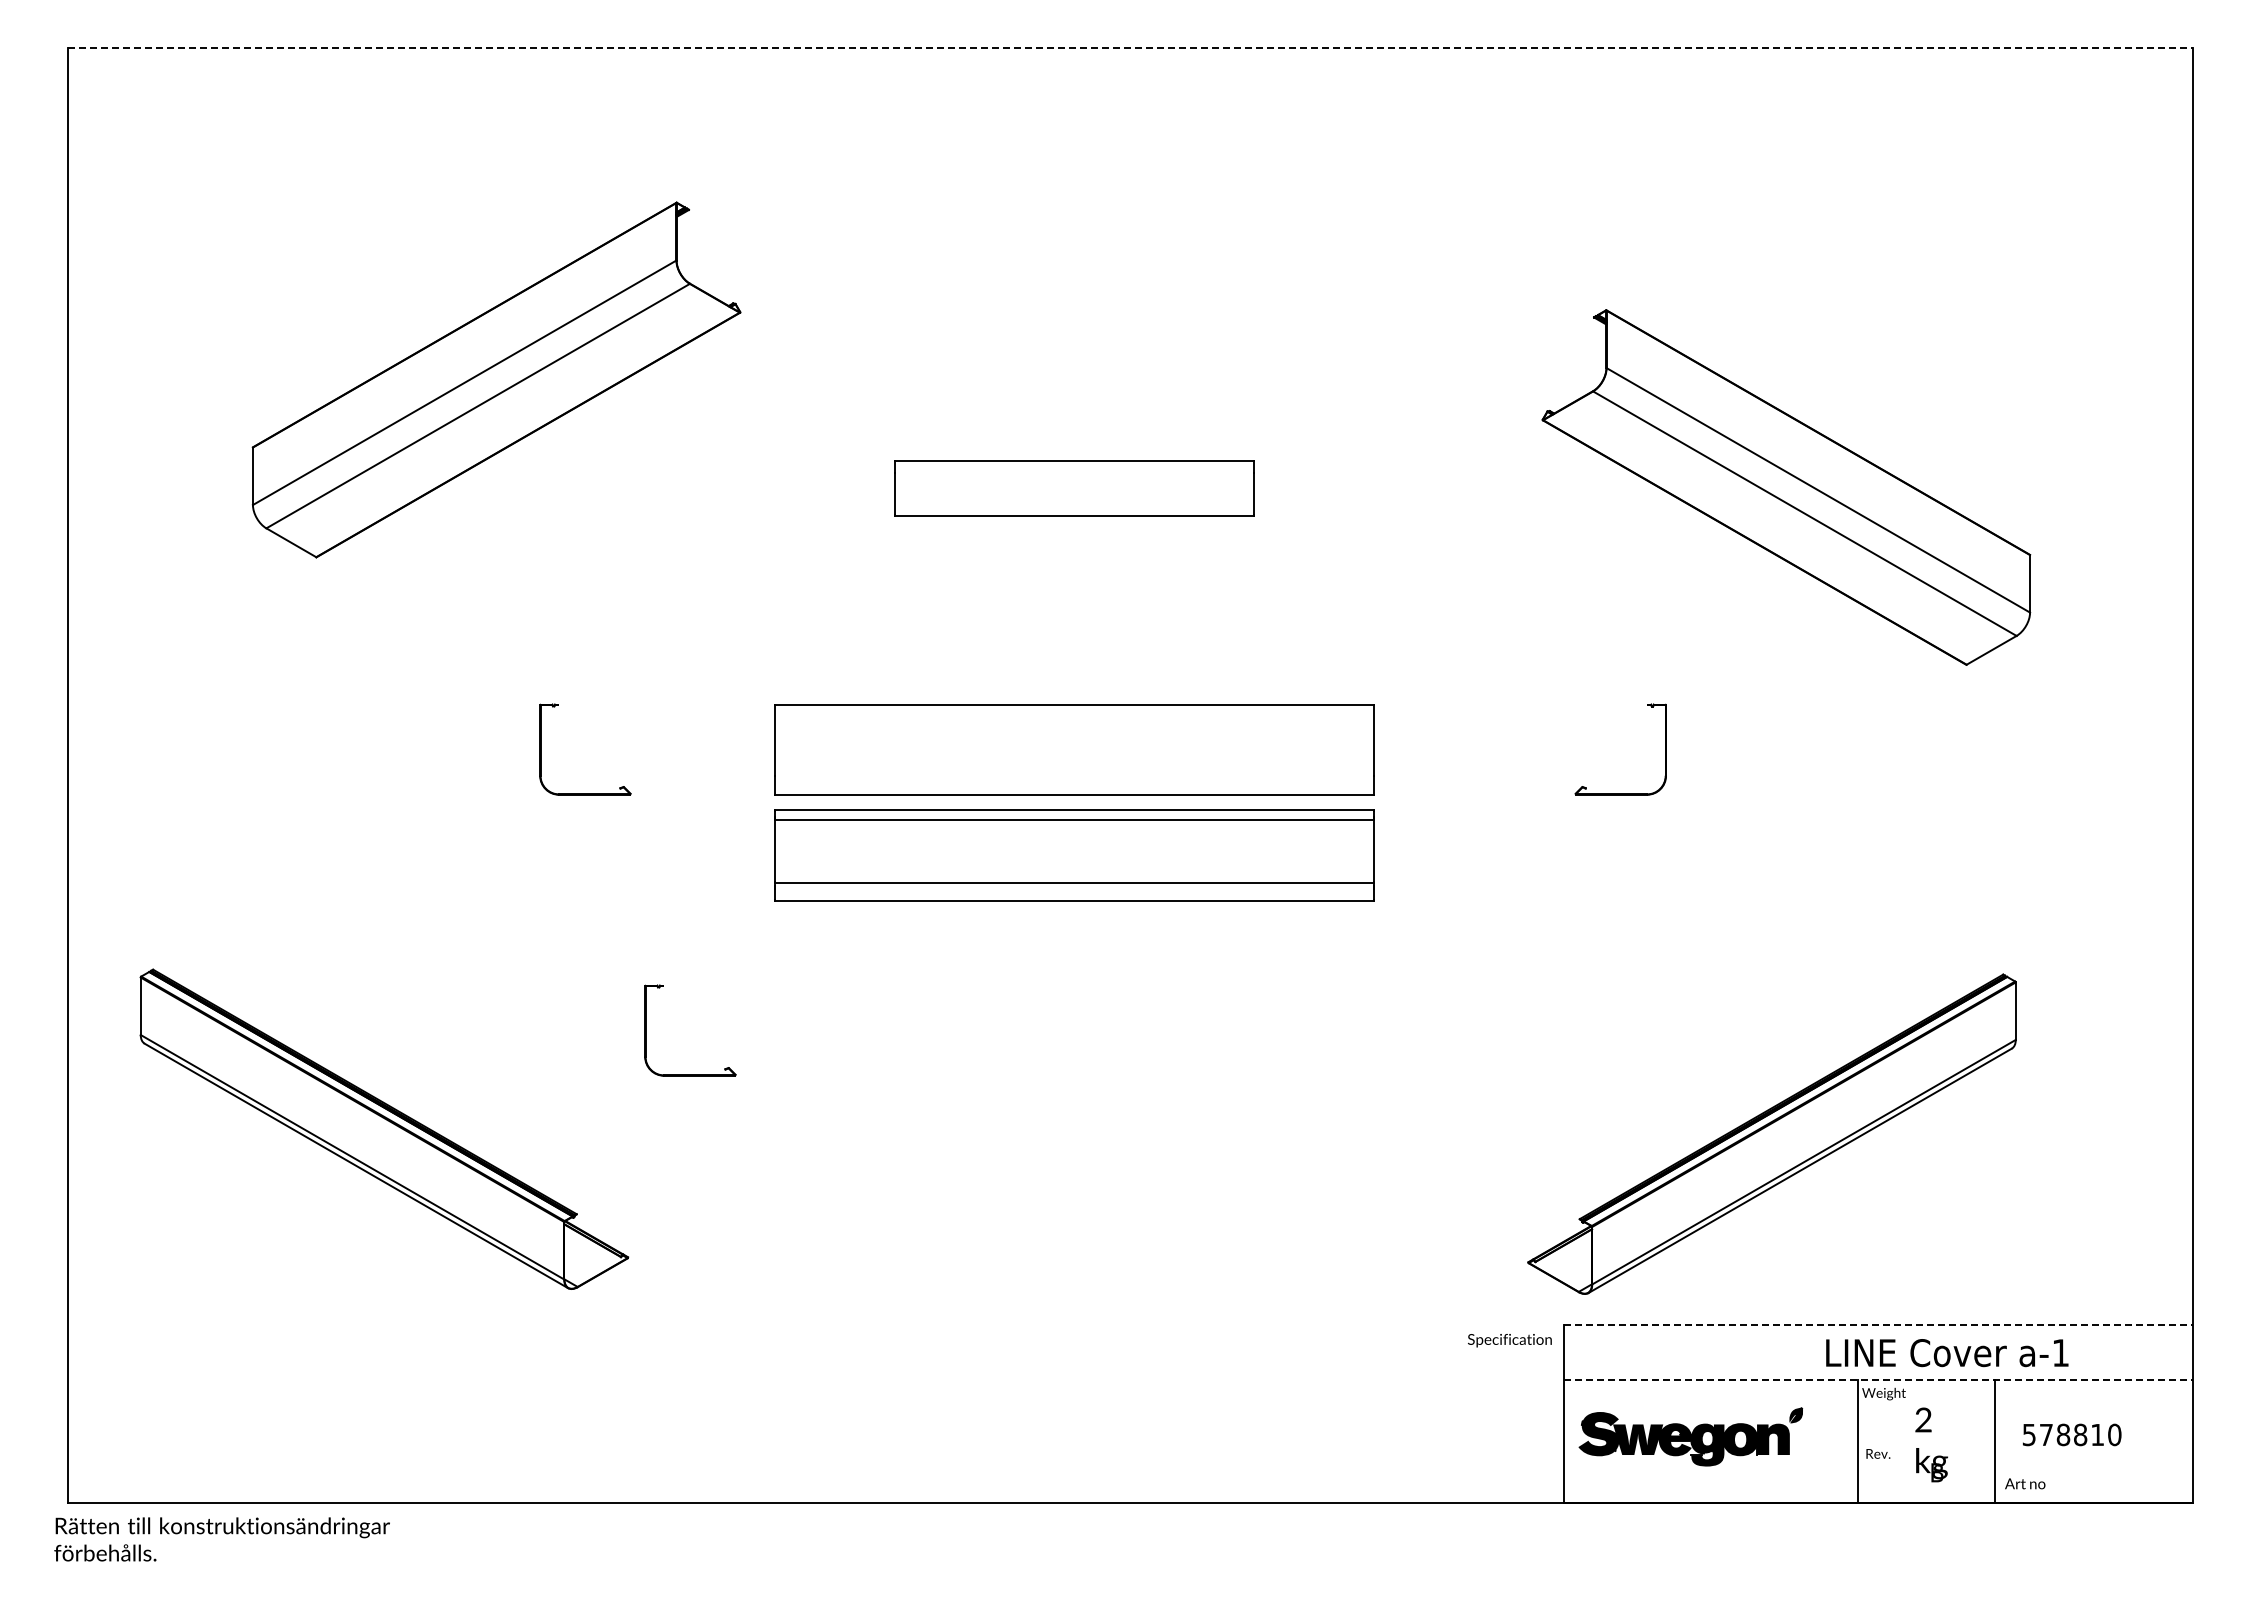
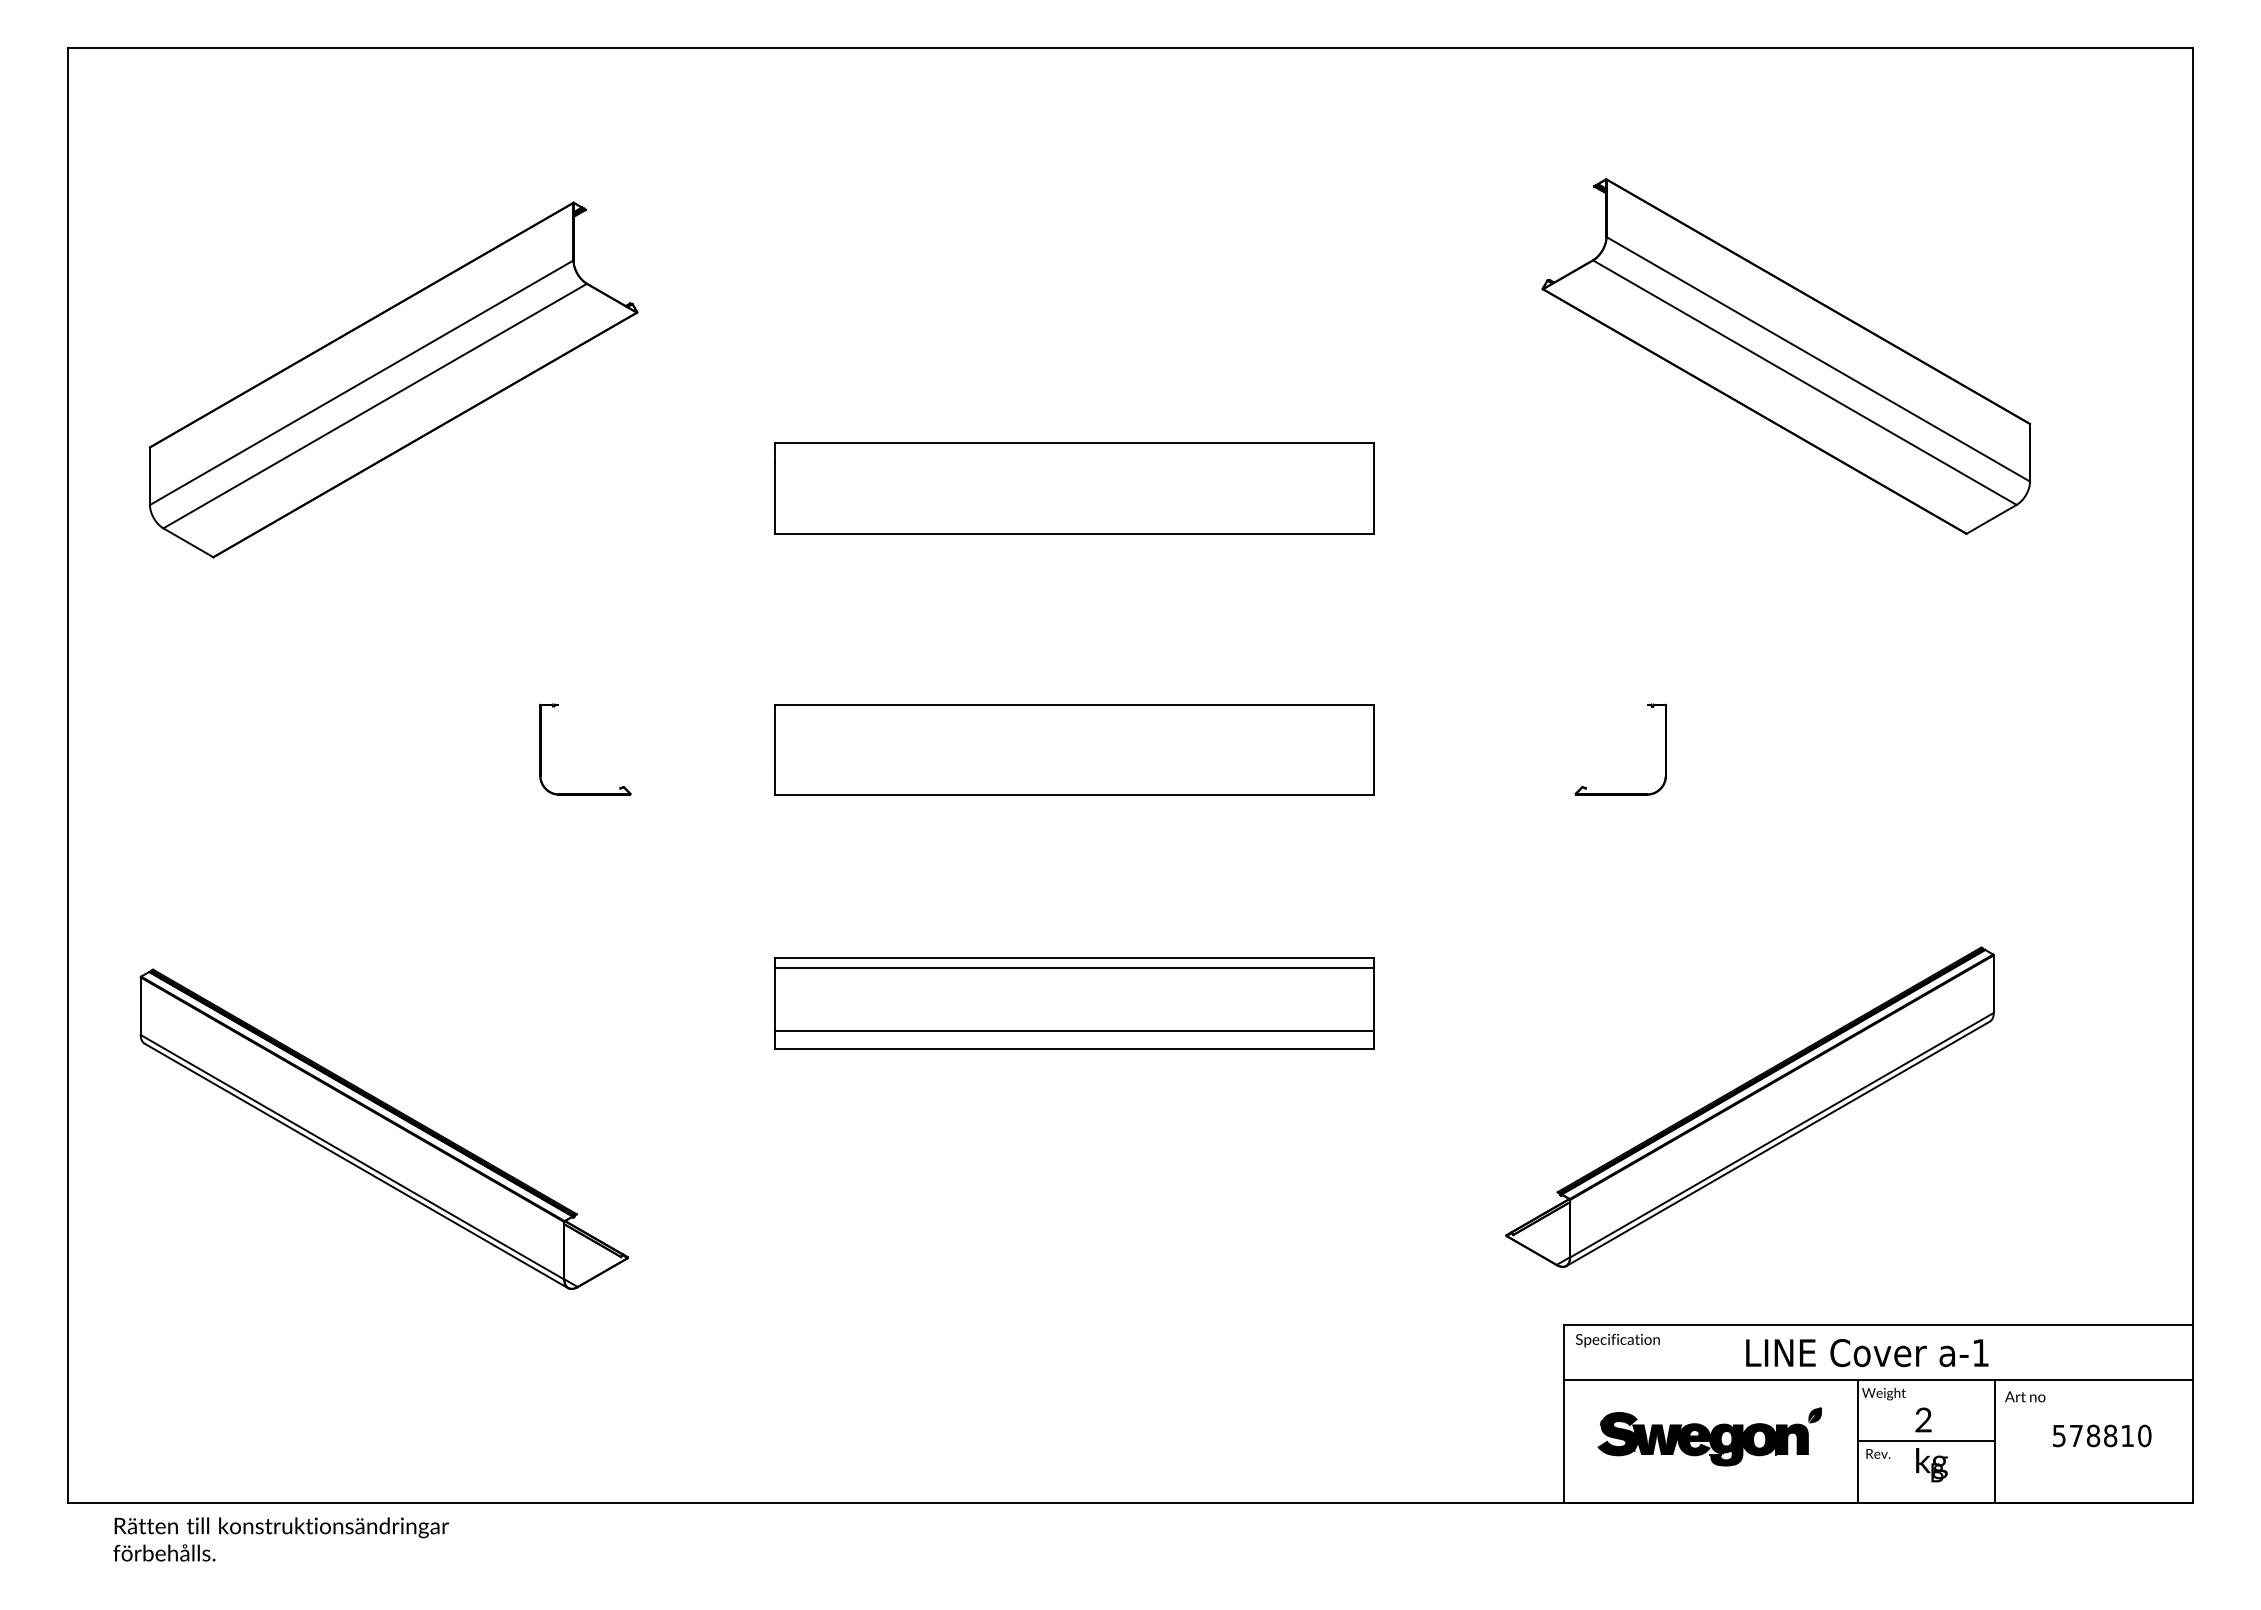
line at (1130, 48): dashed -> solid
part at (496, 379) position: (496, 379) -> (393, 379)
part at (1786, 487) position: (1786, 487) -> (1786, 356)
part at (1074, 488) size: 361x57 px -> 601x93 px
part at (1074, 855) position: (1074, 855) -> (1074, 1003)
part at (646, 1030): present -> none
part at (1771, 1133) position: (1771, 1133) -> (1749, 1106)
line at (1878, 1325): dashed -> solid
text at (1509, 1340) position: (1509, 1340) -> (1617, 1340)
text at (1947, 1353) position: (1947, 1353) -> (1867, 1353)
line at (1878, 1379): dashed -> solid
text at (2072, 1434) position: (2072, 1434) -> (2102, 1435)
part at (1690, 1436) position: (1690, 1436) -> (1709, 1436)
line at (1926, 1441): none -> present
text at (2025, 1483) position: (2025, 1483) -> (2025, 1396)
text at (221, 1539) position: (221, 1539) -> (280, 1539)
